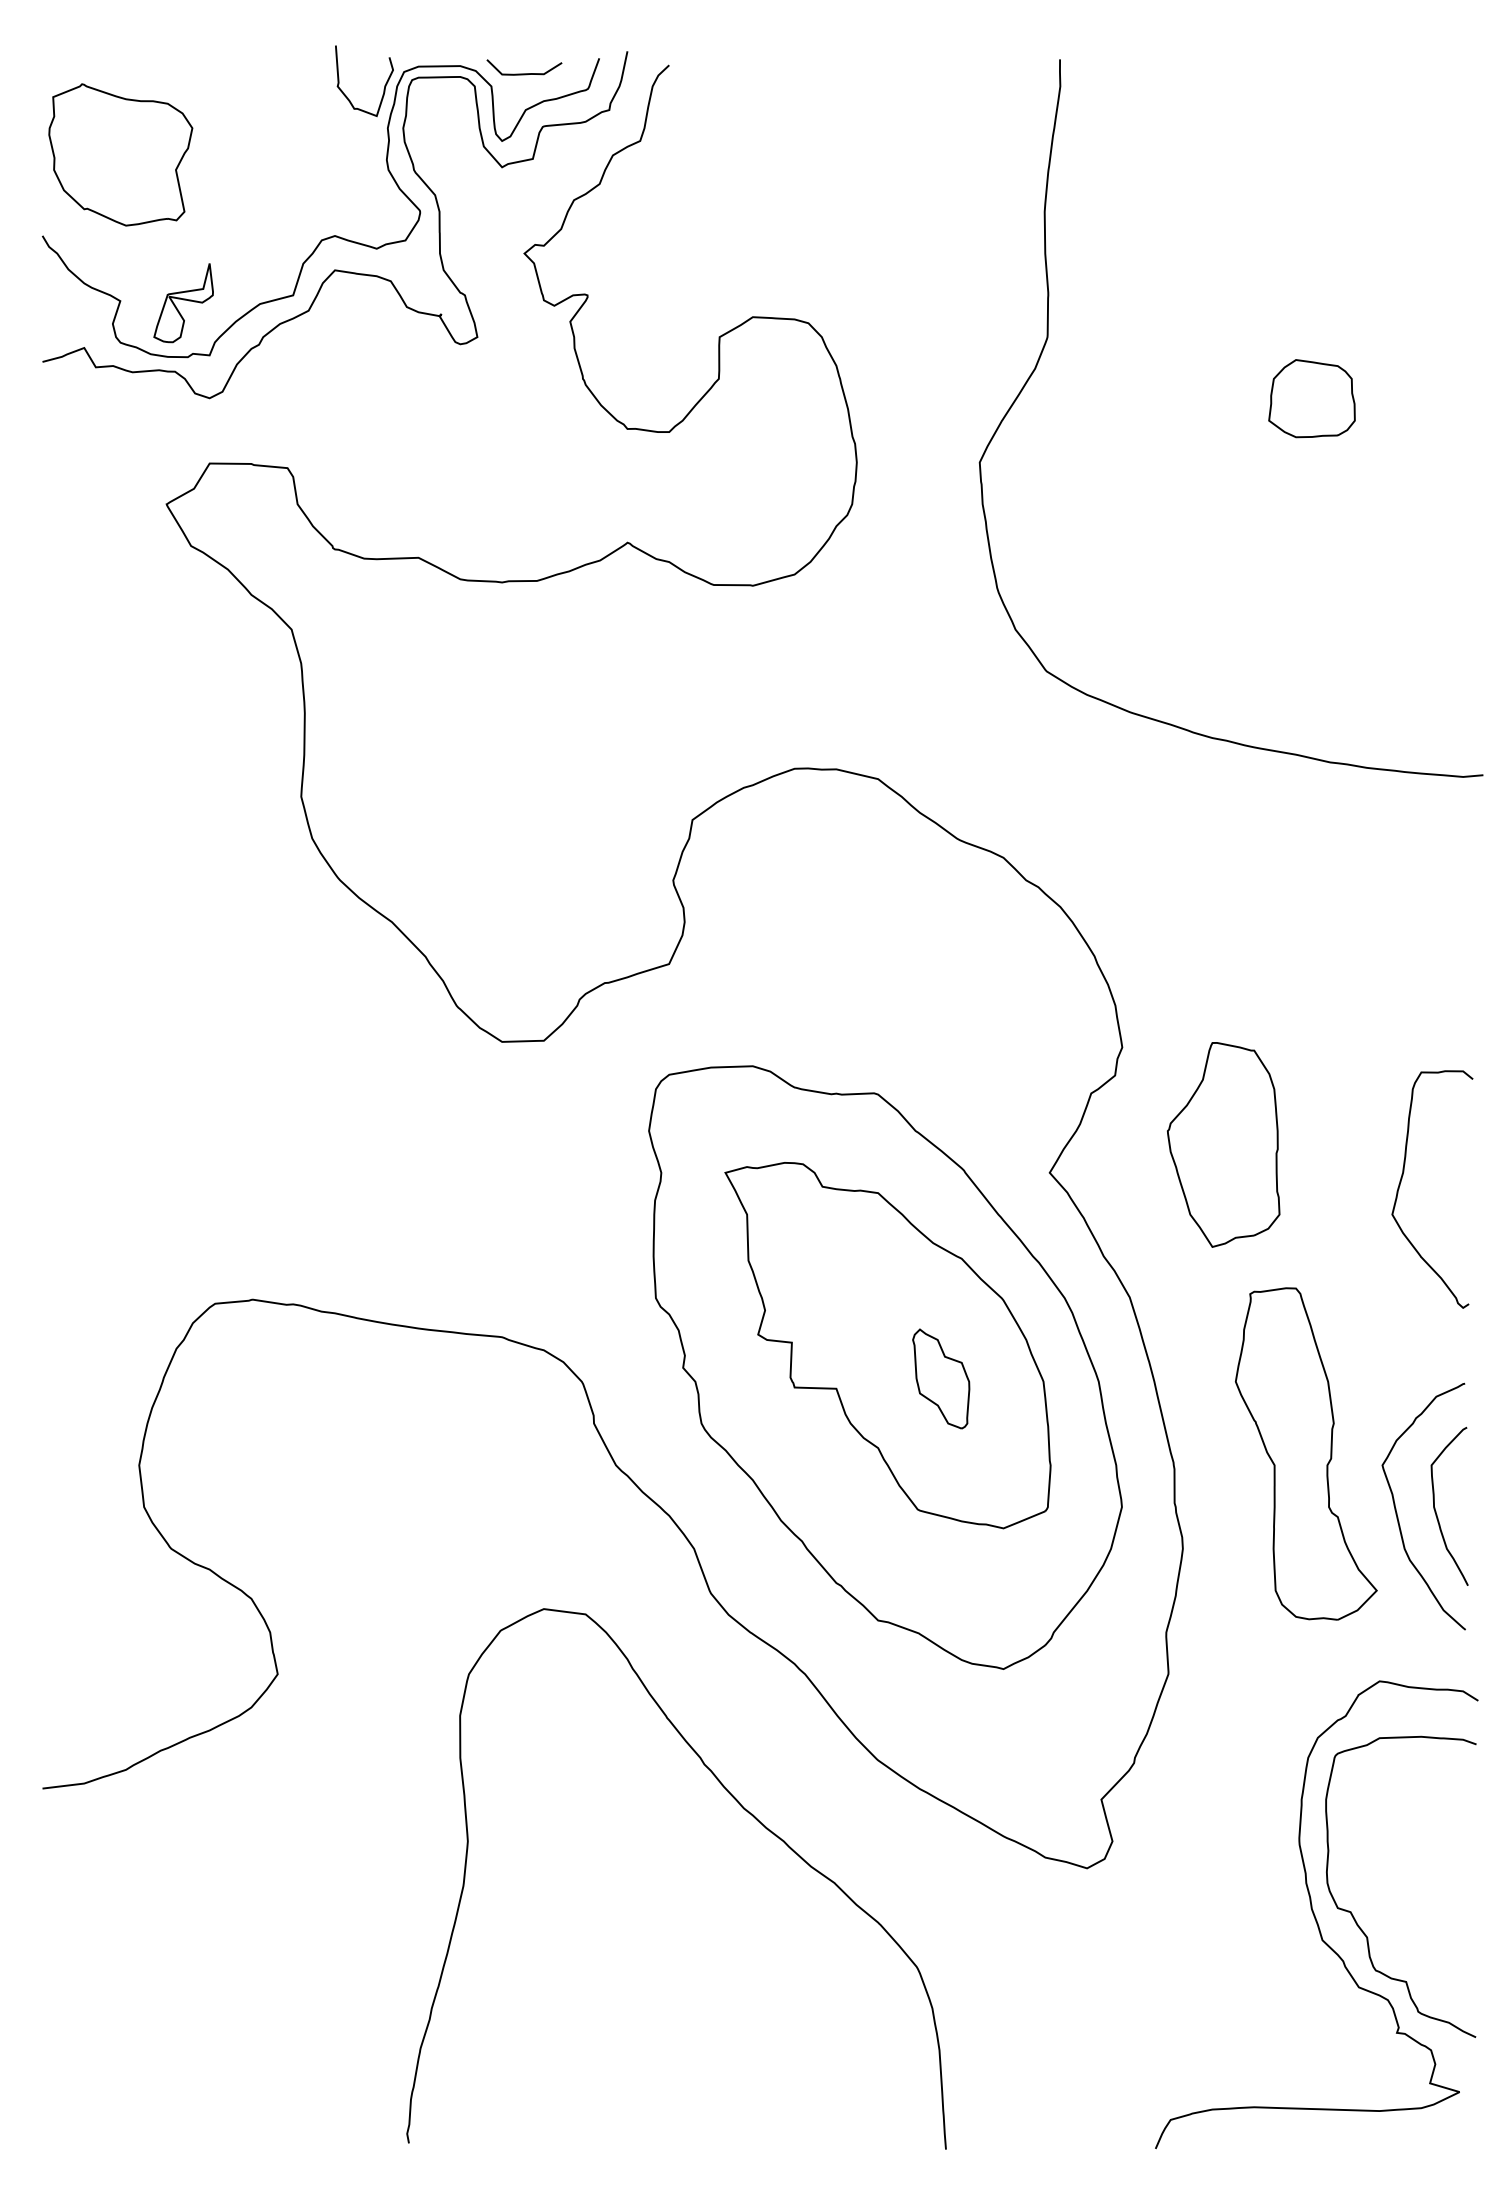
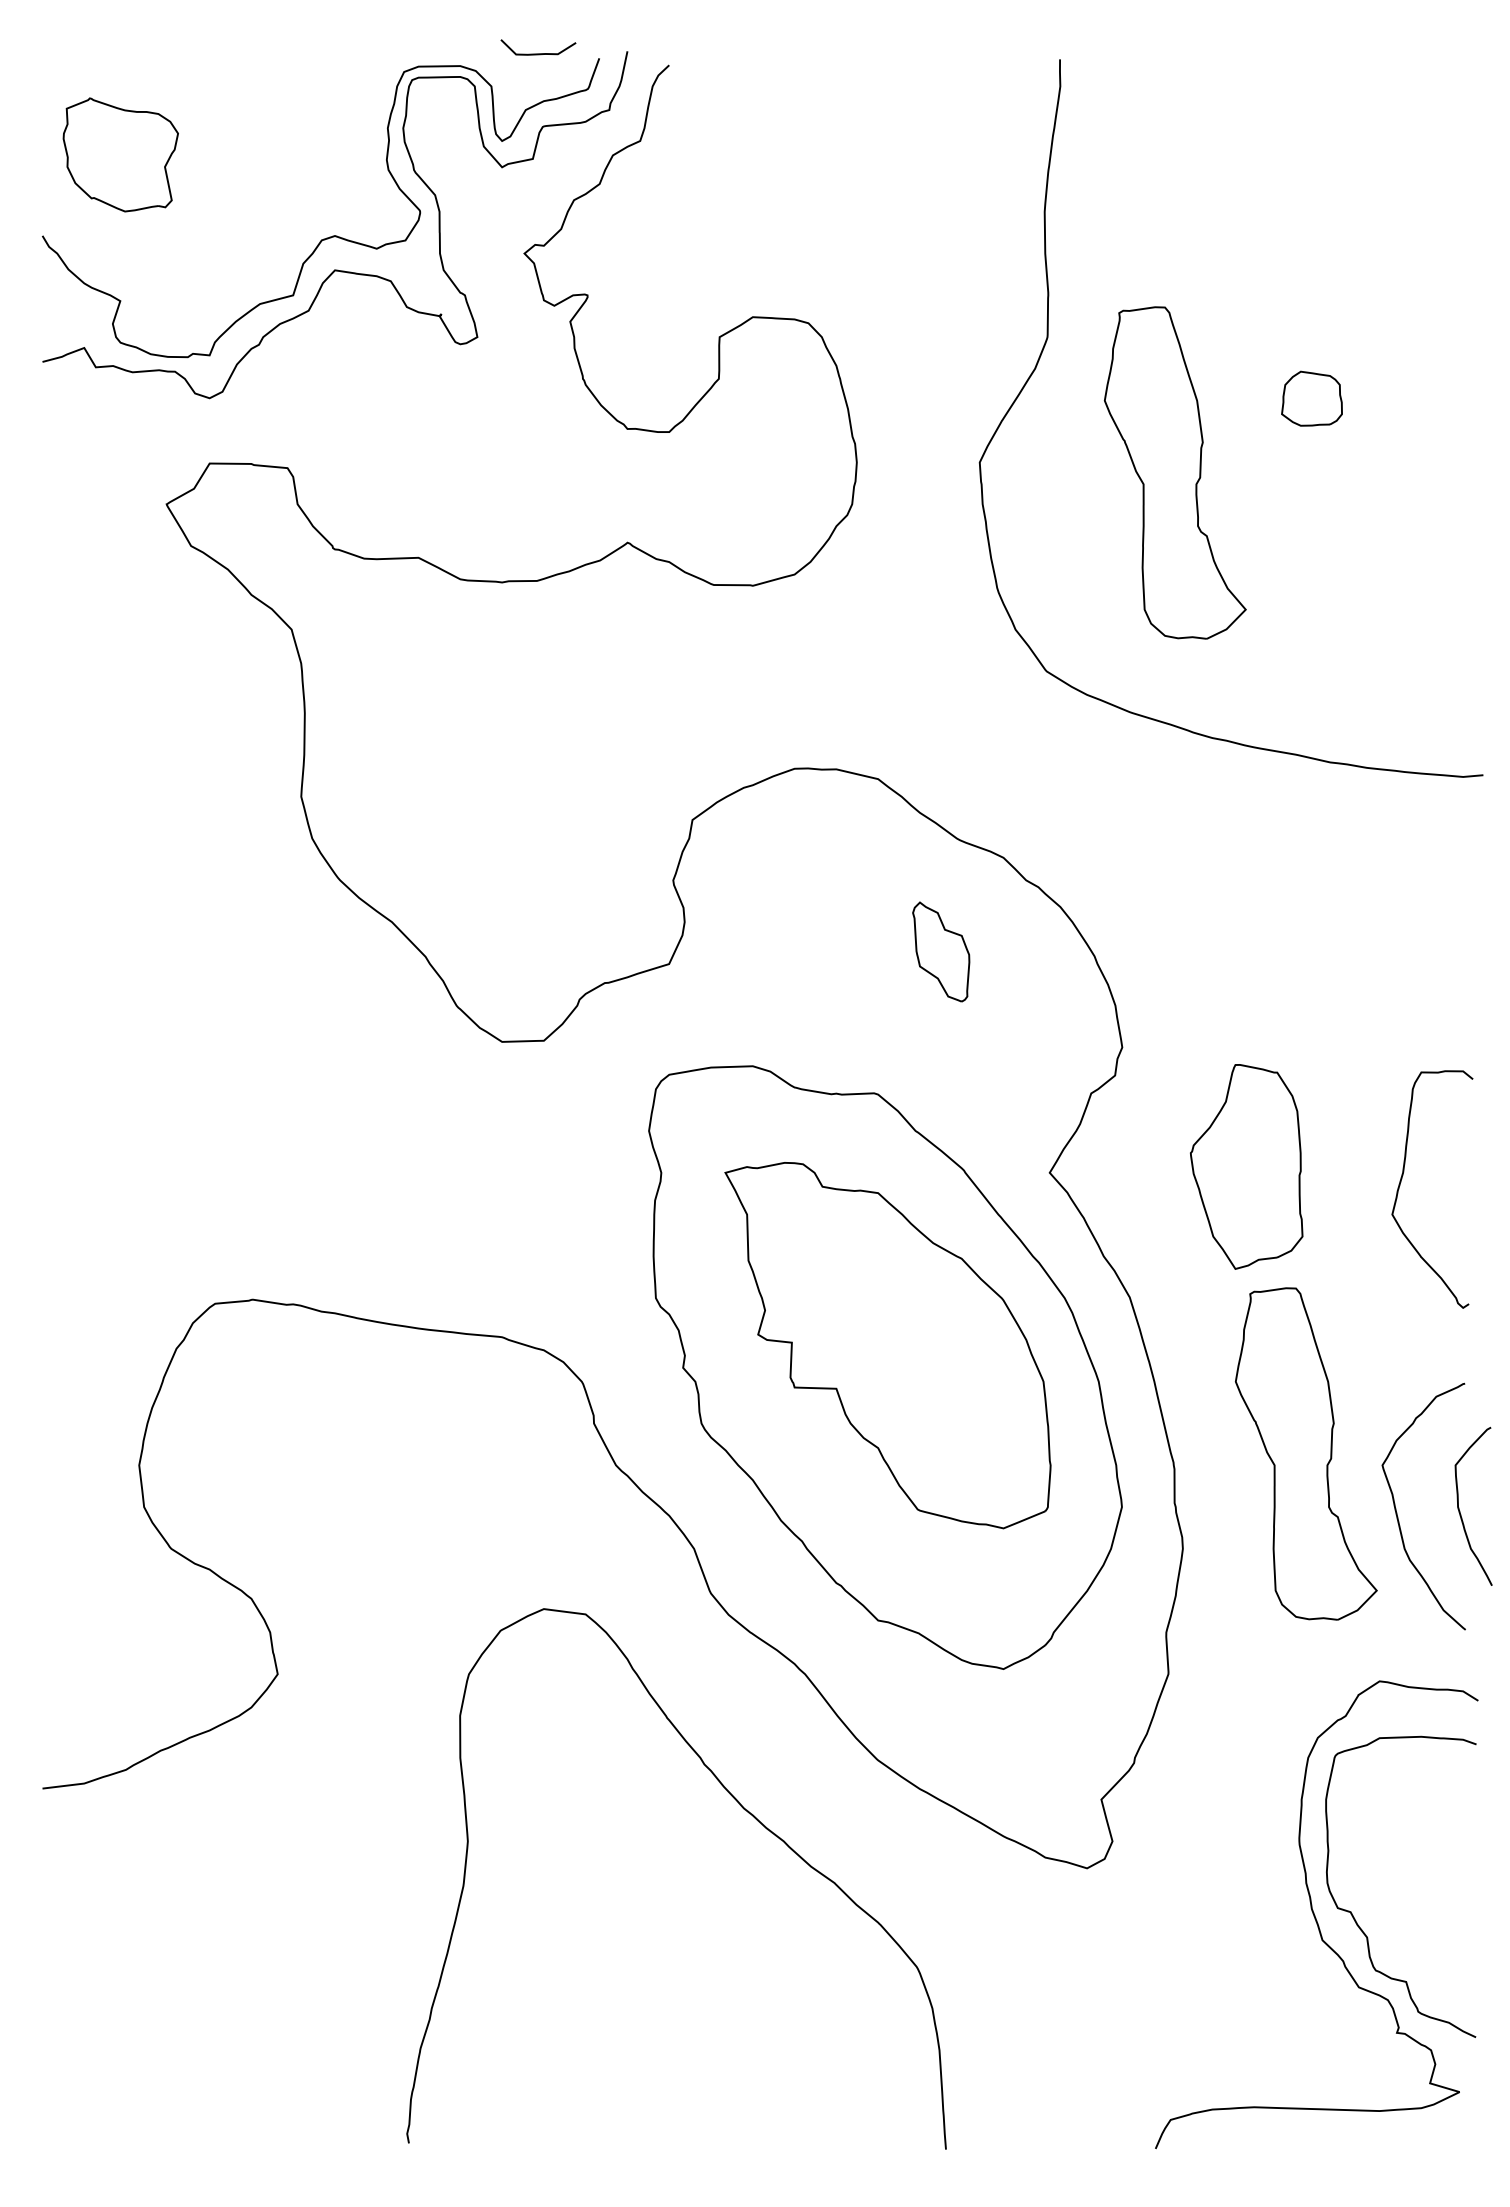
curve at (524, 73) position: (524, 73) -> (538, 53)
curve at (384, 85): present -> none
part at (120, 154) size: 146x144 px -> 117x116 px
part at (183, 303): present -> none
part at (1311, 398) size: 88x80 px -> 62x57 px
part at (1174, 472): none -> present
part at (1223, 1144) position: (1223, 1144) -> (1246, 1166)
part at (941, 1378) position: (941, 1378) -> (941, 951)
curve at (1435, 1507) position: (1435, 1507) -> (1459, 1507)
